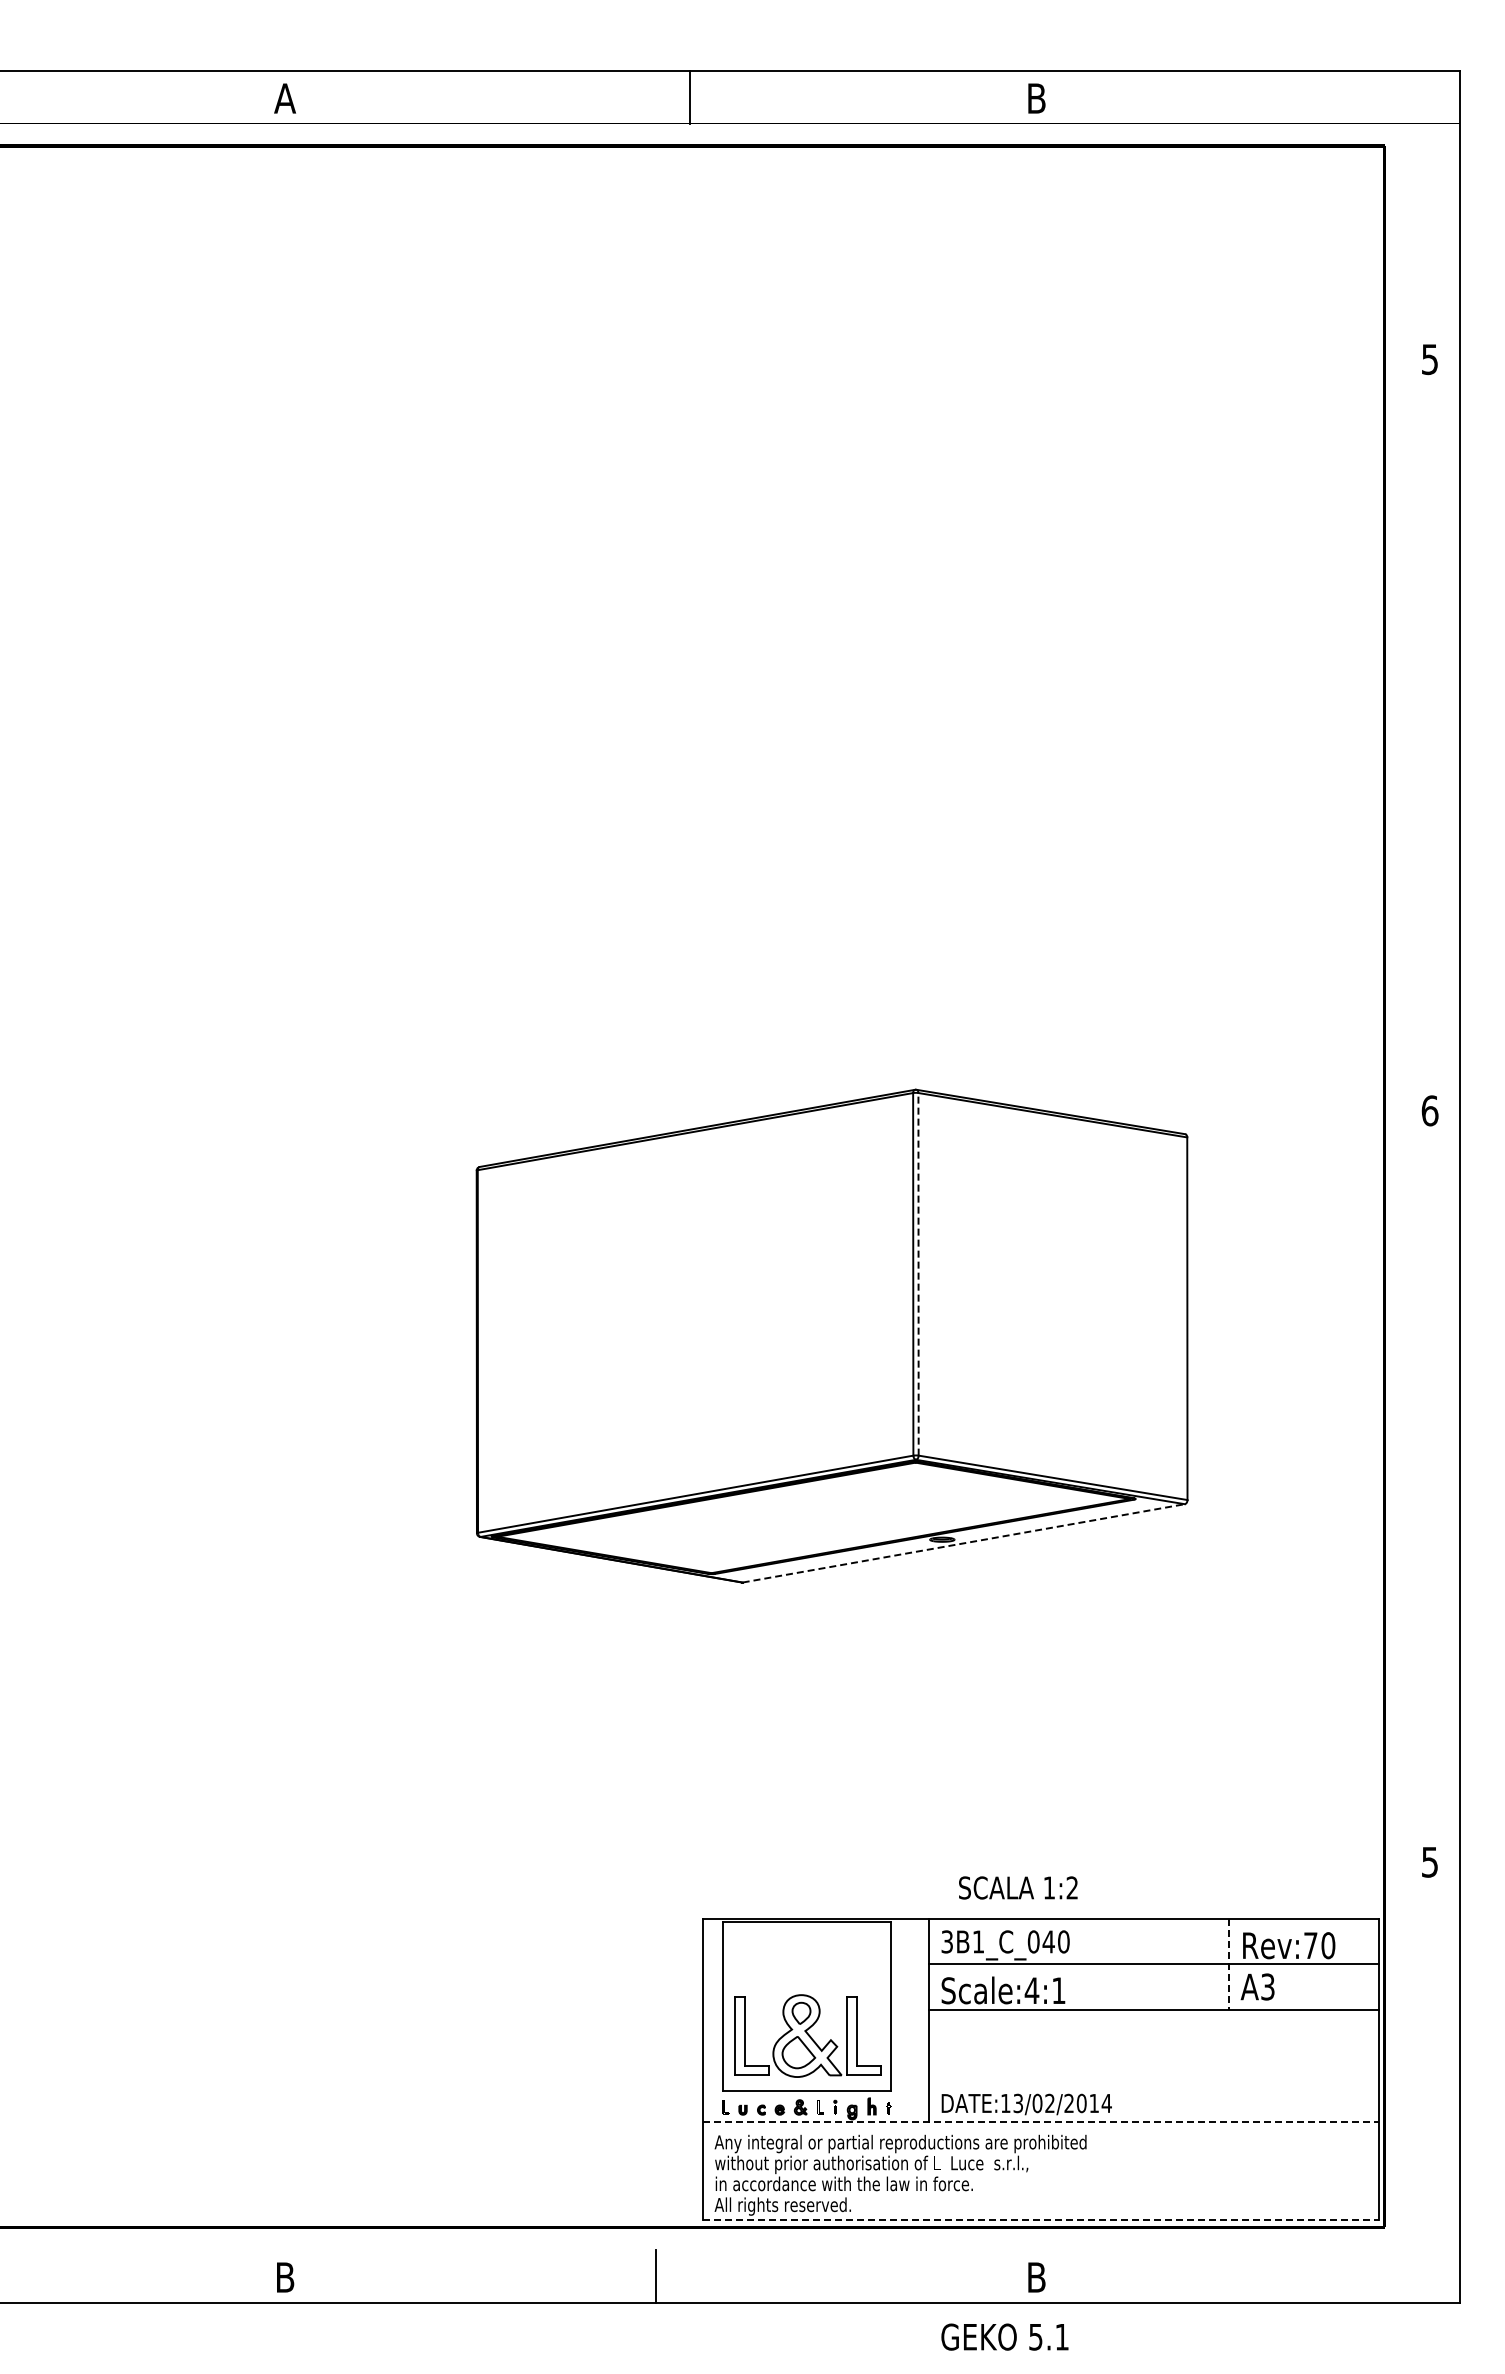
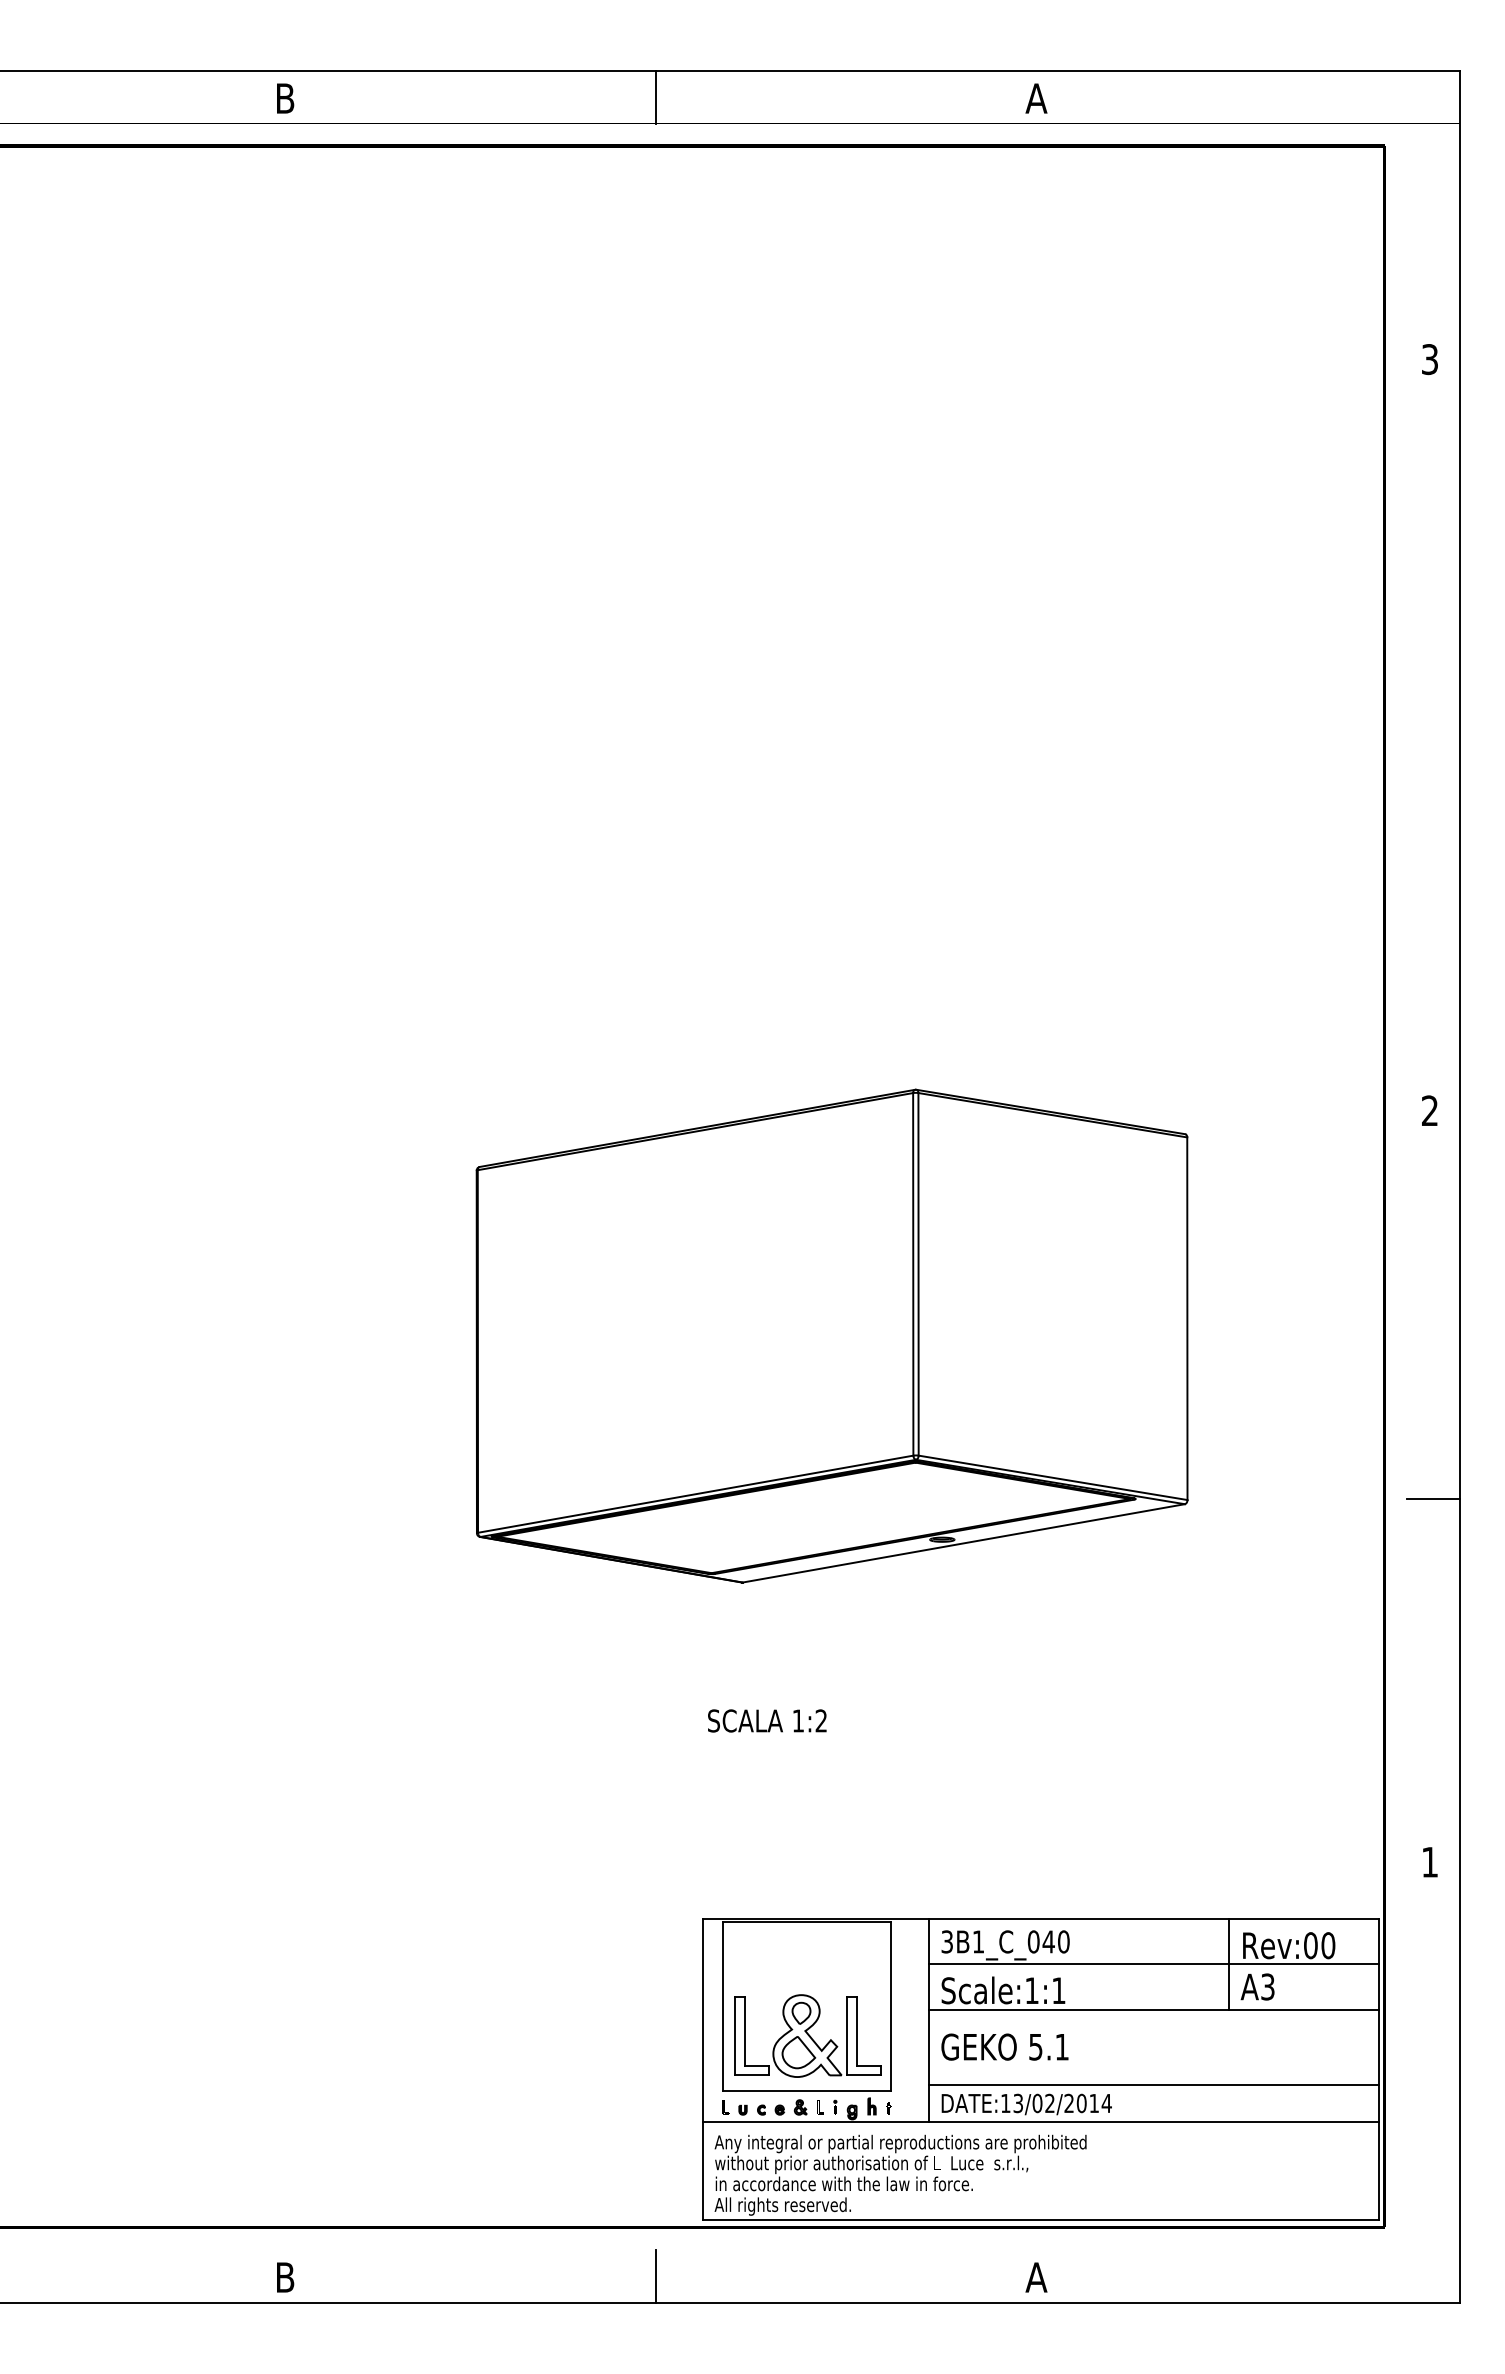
line at (689, 97) position: (689, 97) -> (655, 97)
text at (285, 98): A -> B
text at (1036, 98): B -> A
text at (1429, 359): 5 -> 3
text at (1429, 1110): 6 -> 2
line at (918, 1273): dashed -> solid
line at (1433, 1498): none -> present
line at (963, 1543): dashed -> solid
text at (1429, 1862): 5 -> 1
text at (1018, 1887) position: (1018, 1887) -> (767, 1720)
text at (1310, 1945): Rev:70 -> Rev:00
line at (1229, 1964): dashed -> solid
text at (1031, 1990): Scale:4:1 -> Scale:1:1
line at (1153, 2084): none -> present
line at (1041, 2122): dashed -> solid
line at (1041, 2219): dashed -> solid
text at (1036, 2277): B -> A
text at (1004, 2336) position: (1004, 2336) -> (1004, 2046)
